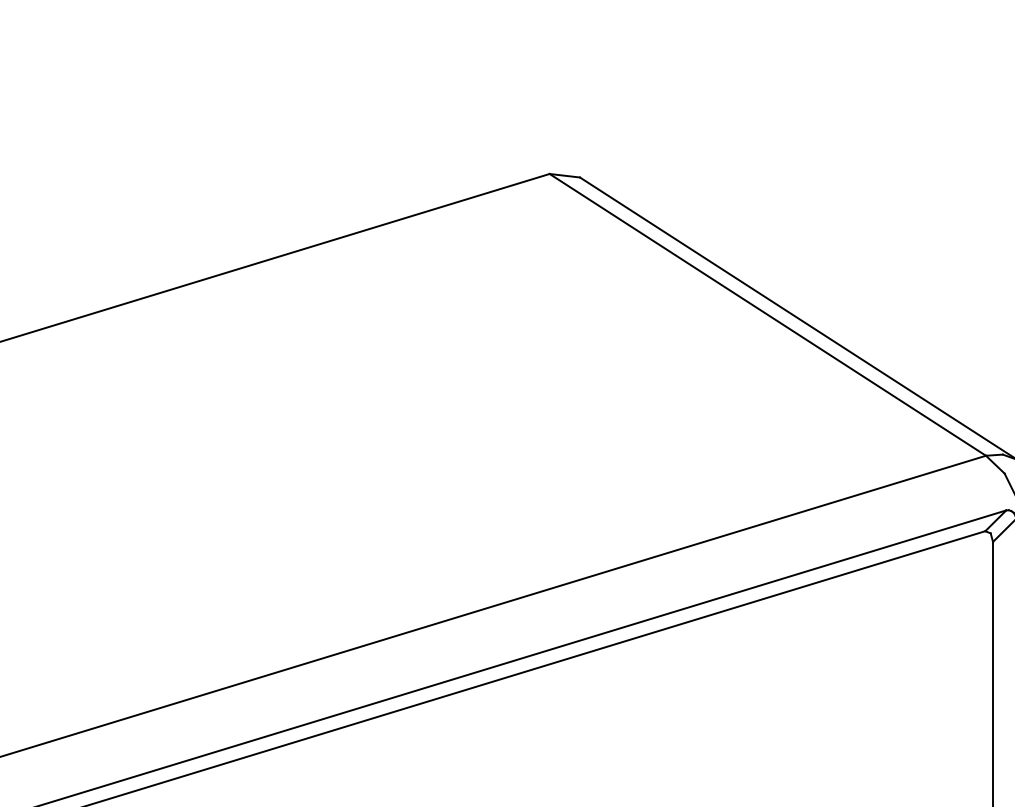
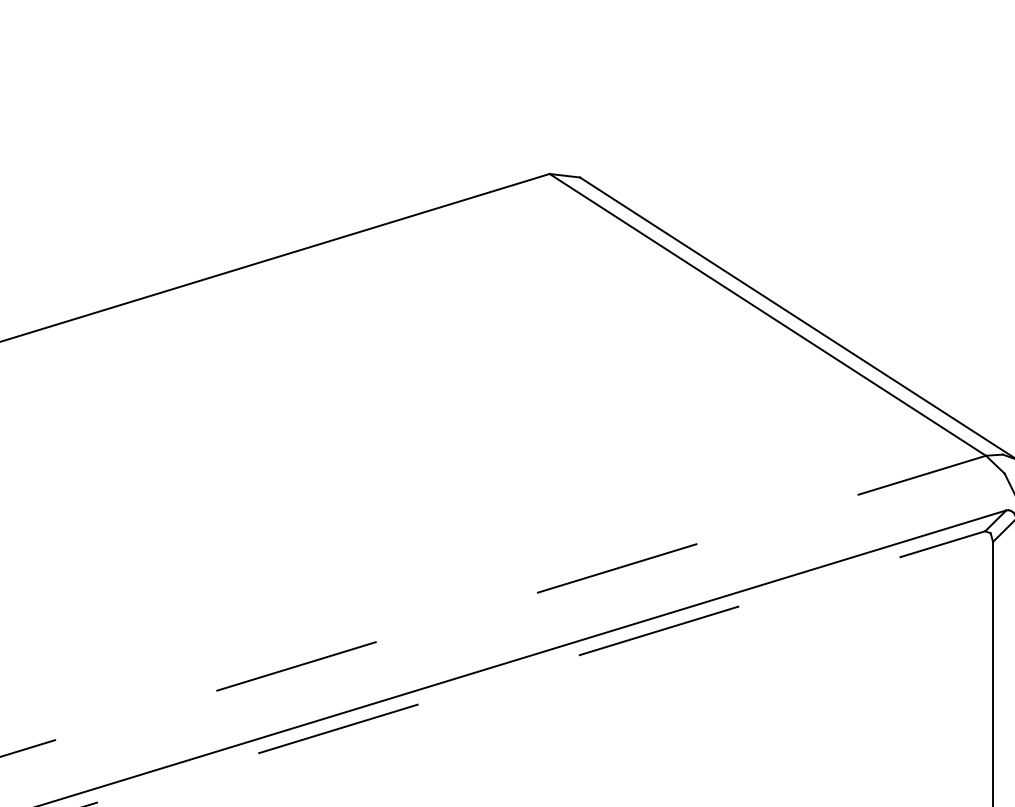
line at (493, 606): solid -> dashed
line at (534, 669): solid -> dashed
